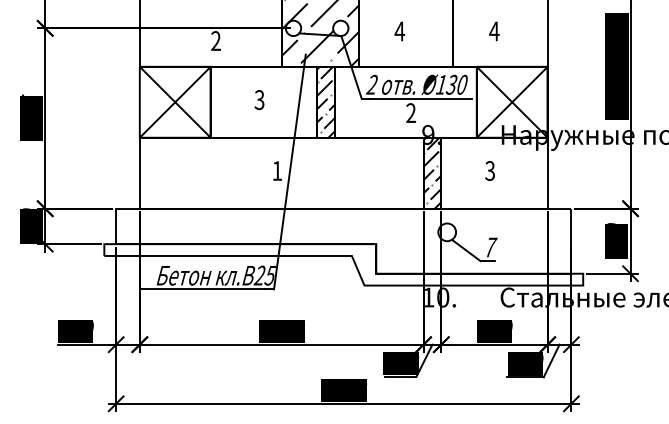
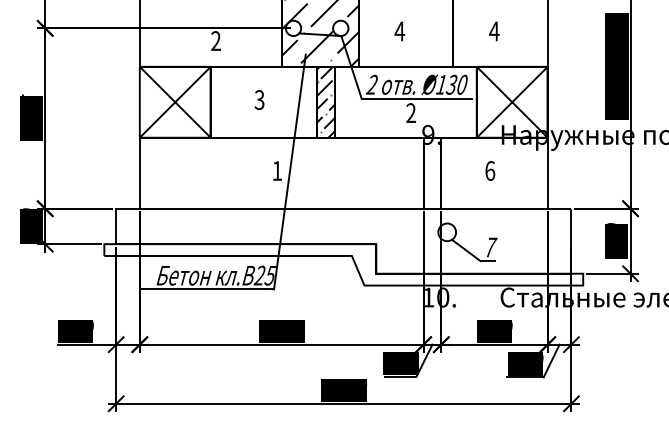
text at (490, 170): 3 -> 6
hatch at (432, 172): present -> none
